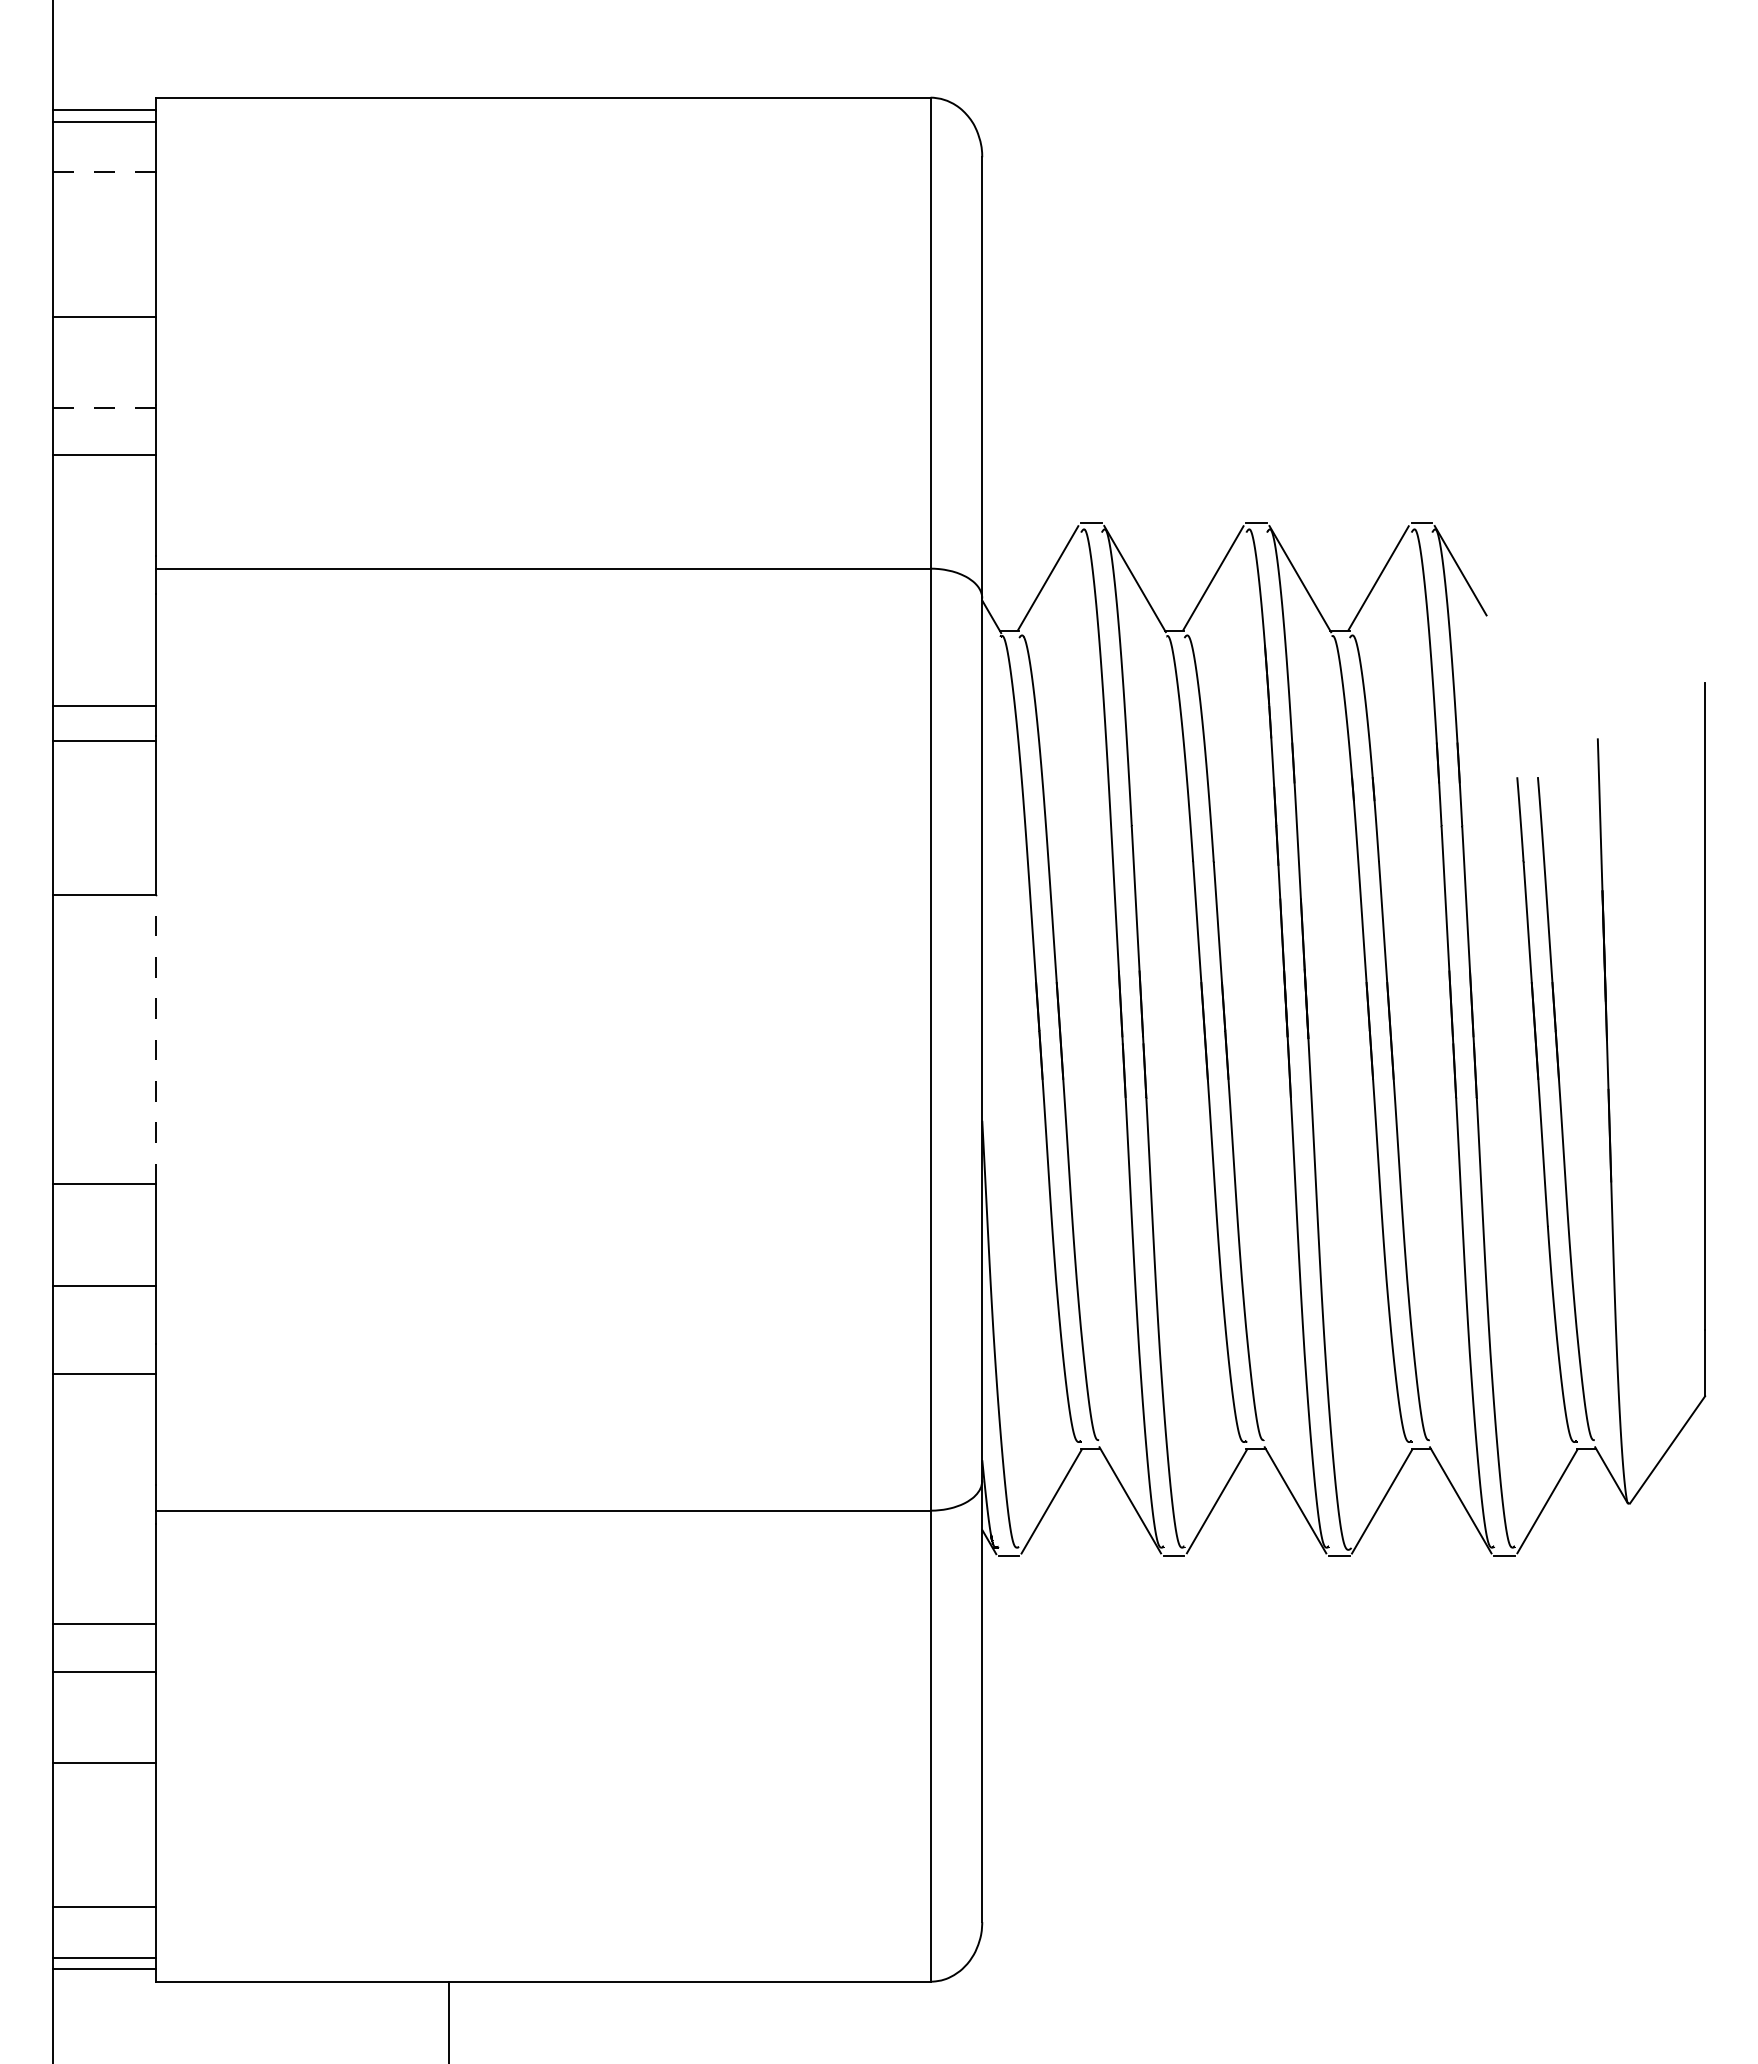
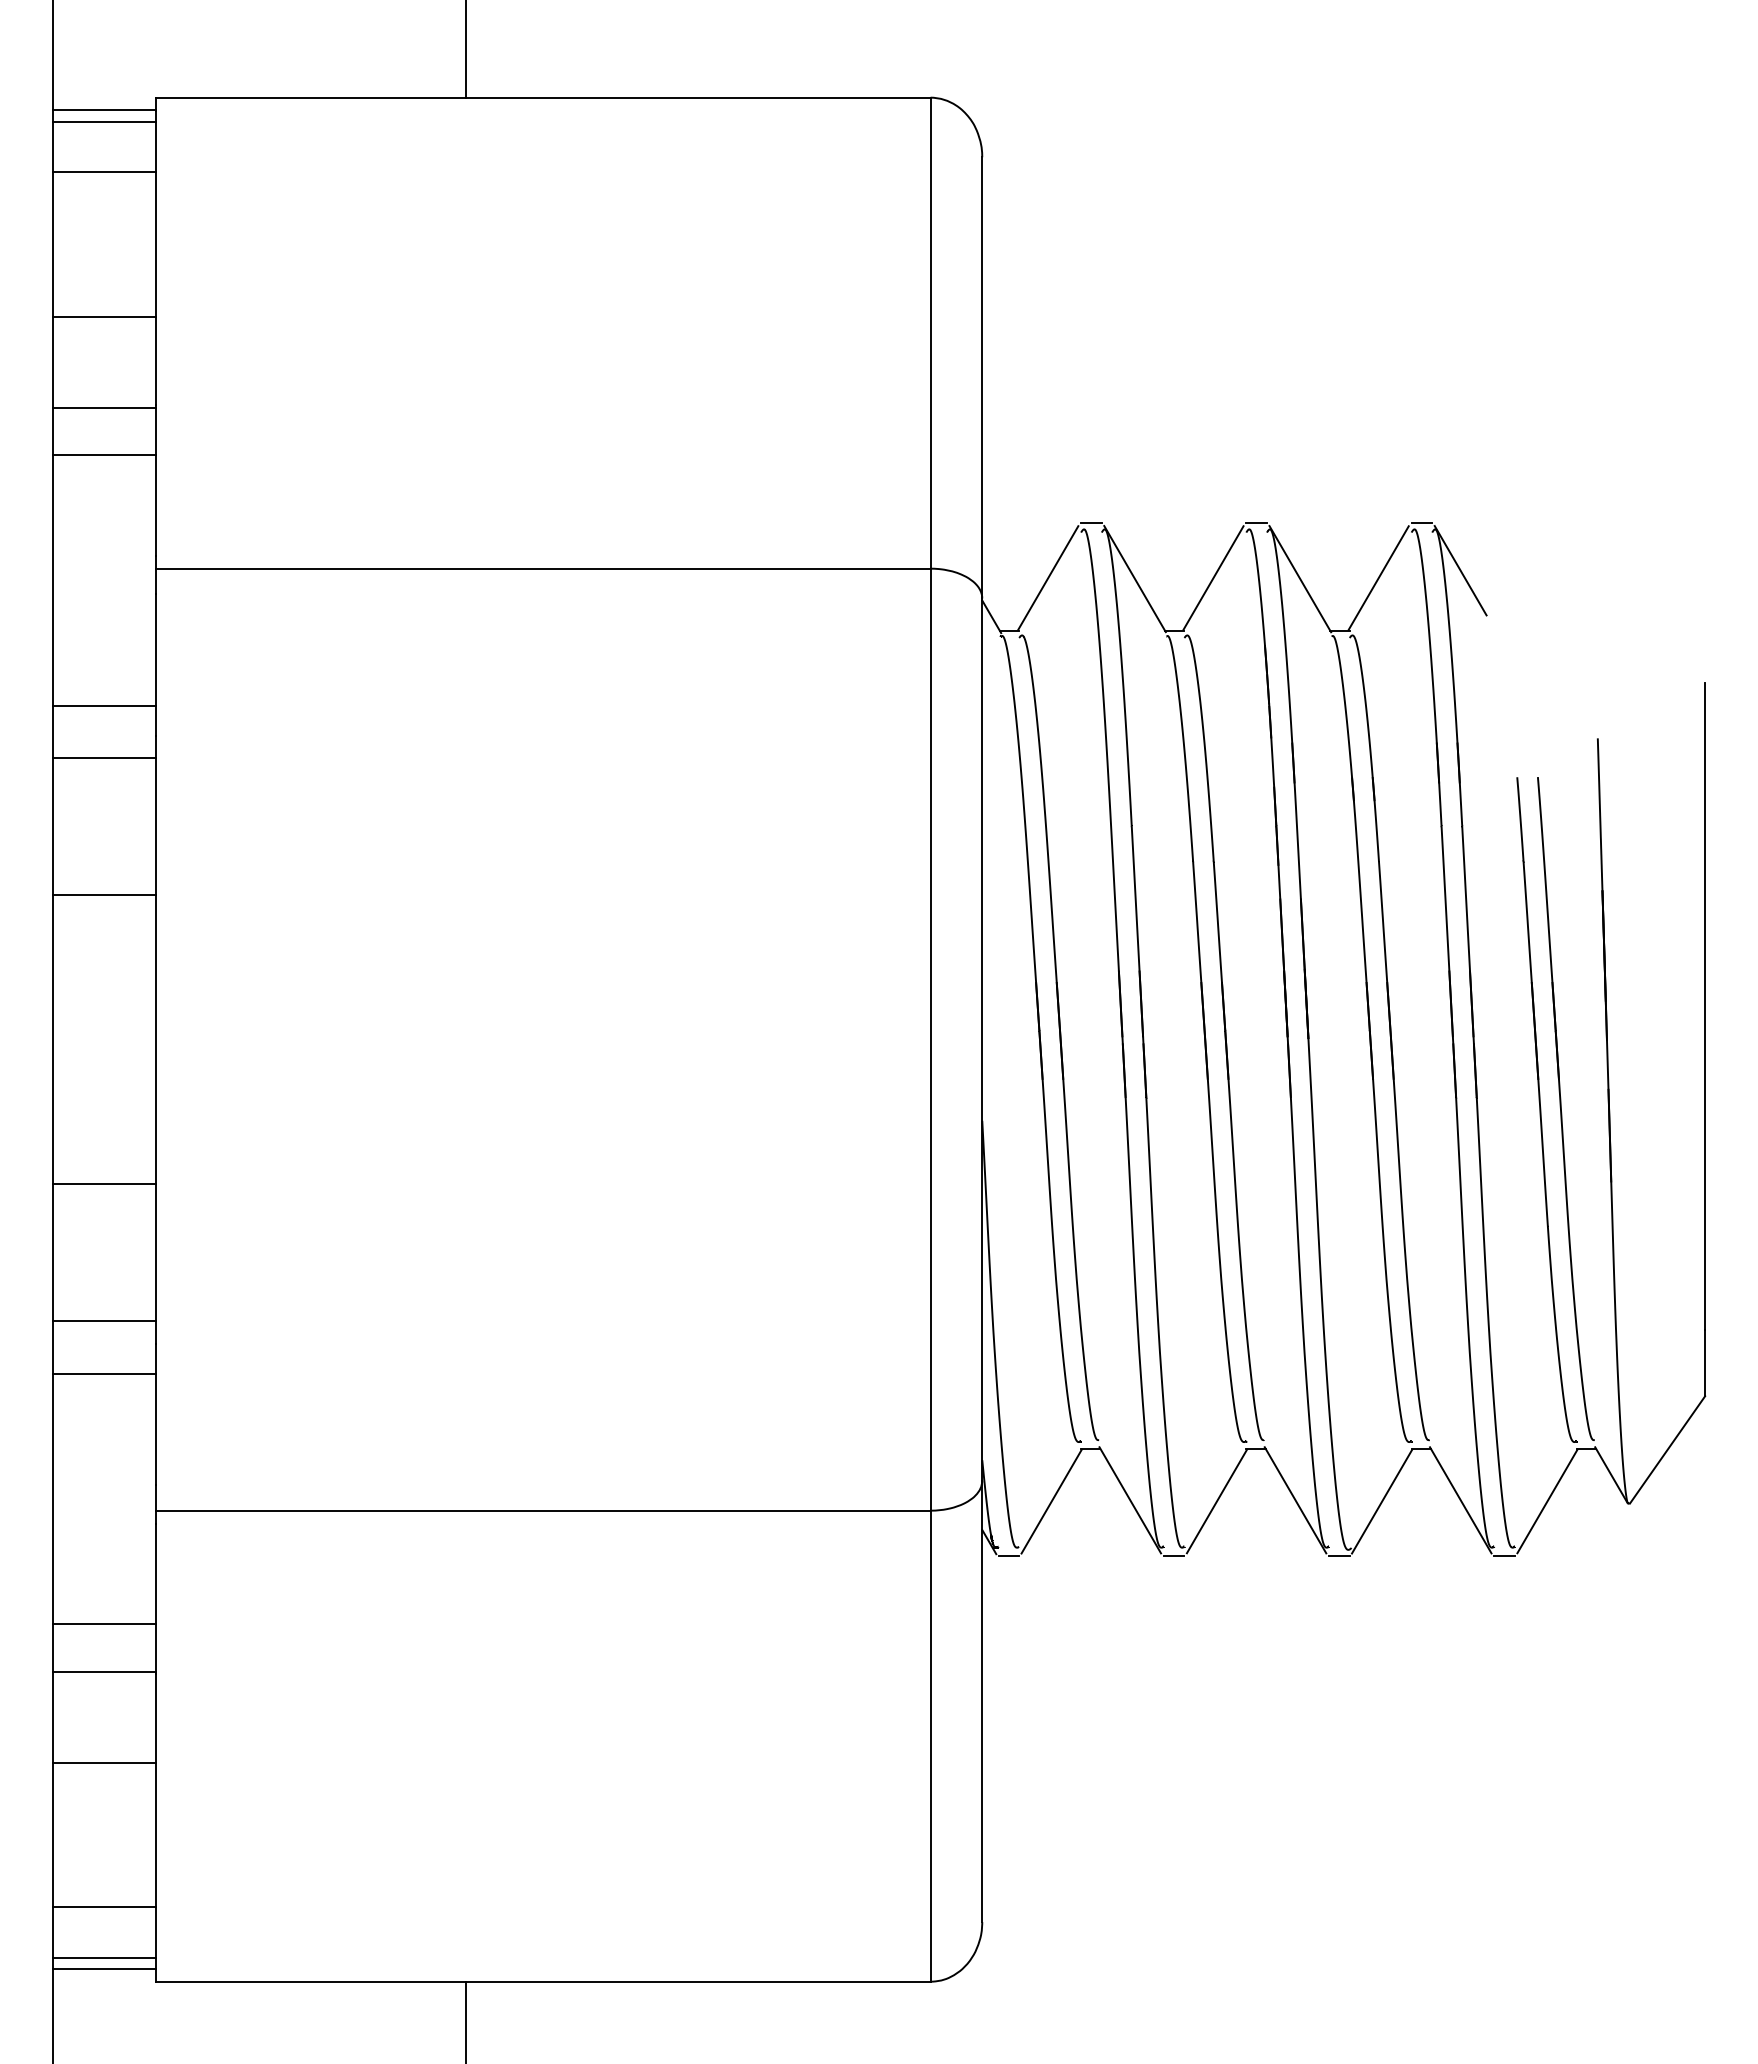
line at (465, 49): none -> present
line at (104, 172): dashed -> solid
line at (104, 407): dashed -> solid
line at (104, 741) position: (104, 741) -> (104, 758)
line at (156, 1039): dashed -> solid
line at (104, 1286) position: (104, 1286) -> (104, 1321)
line at (448, 2020) position: (448, 2020) -> (465, 2020)
